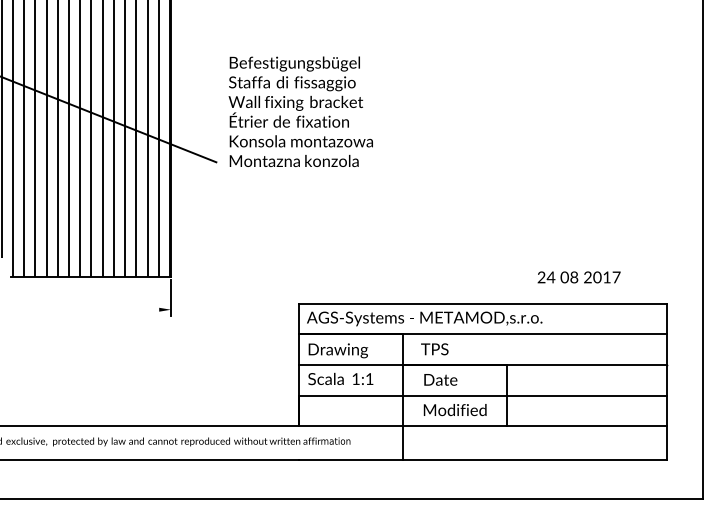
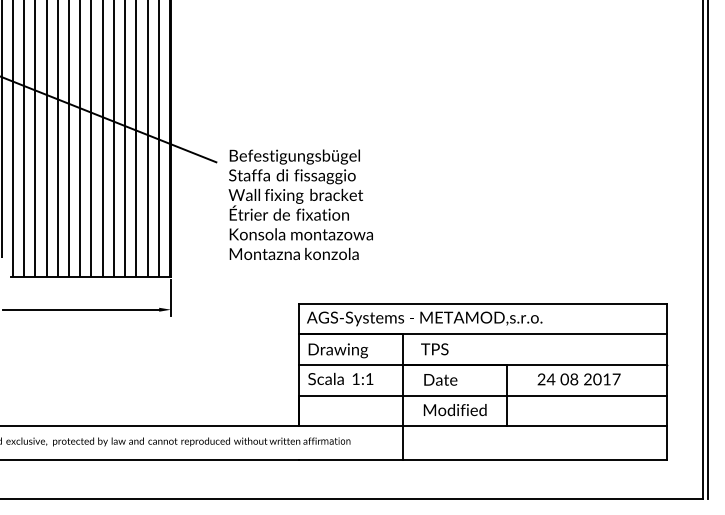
text at (300, 111) position: (300, 111) -> (300, 204)
line at (707, 250): none -> present
text at (578, 277) position: (578, 277) -> (578, 379)
line at (81, 309): none -> present
